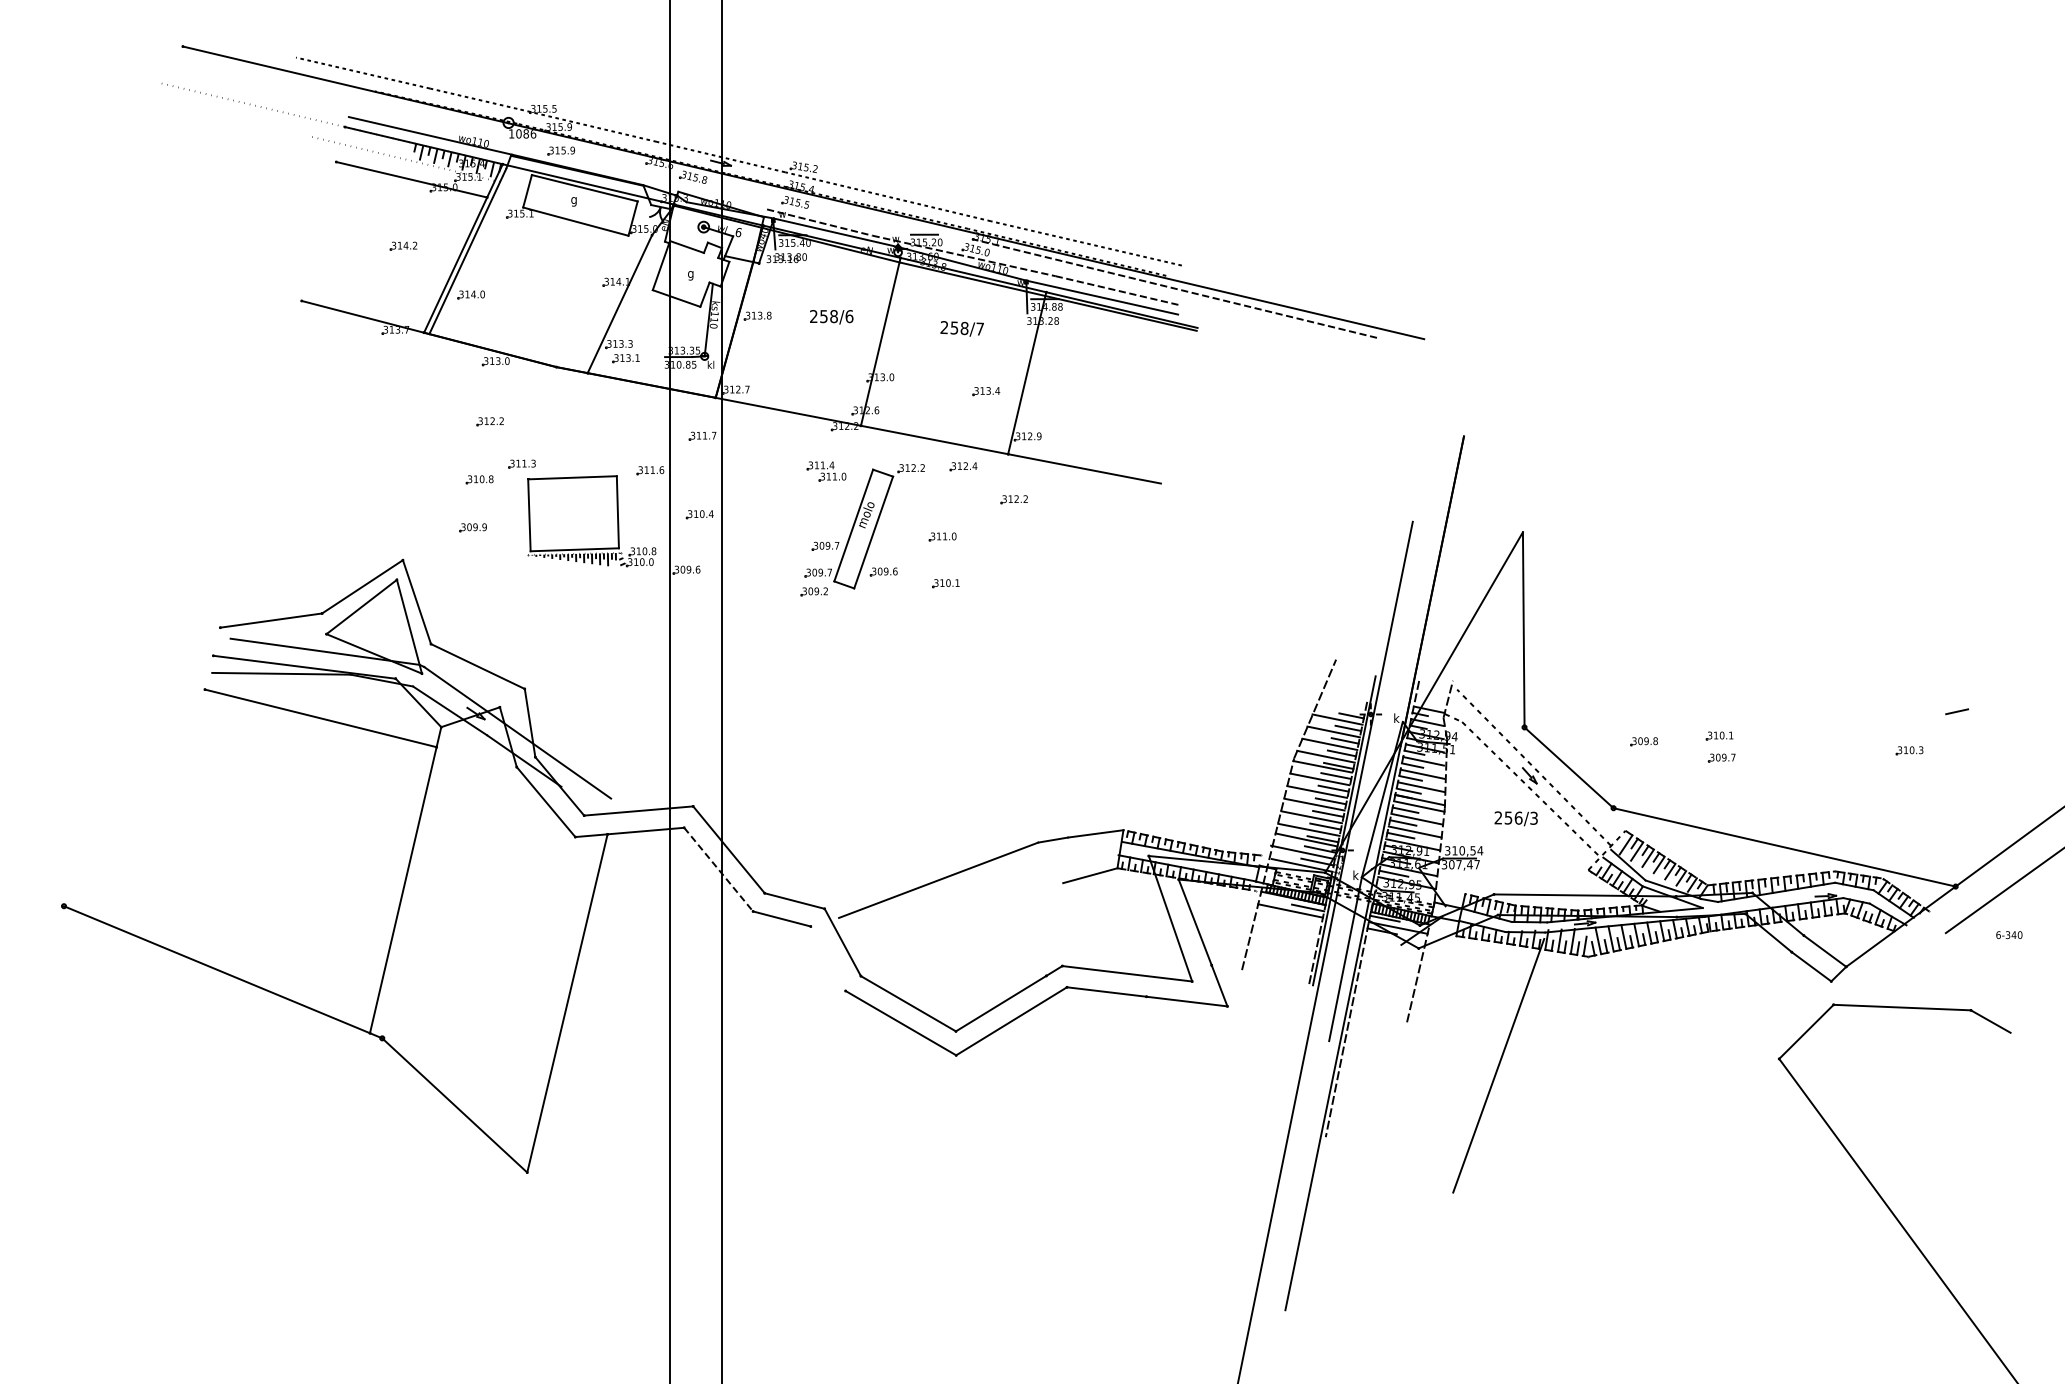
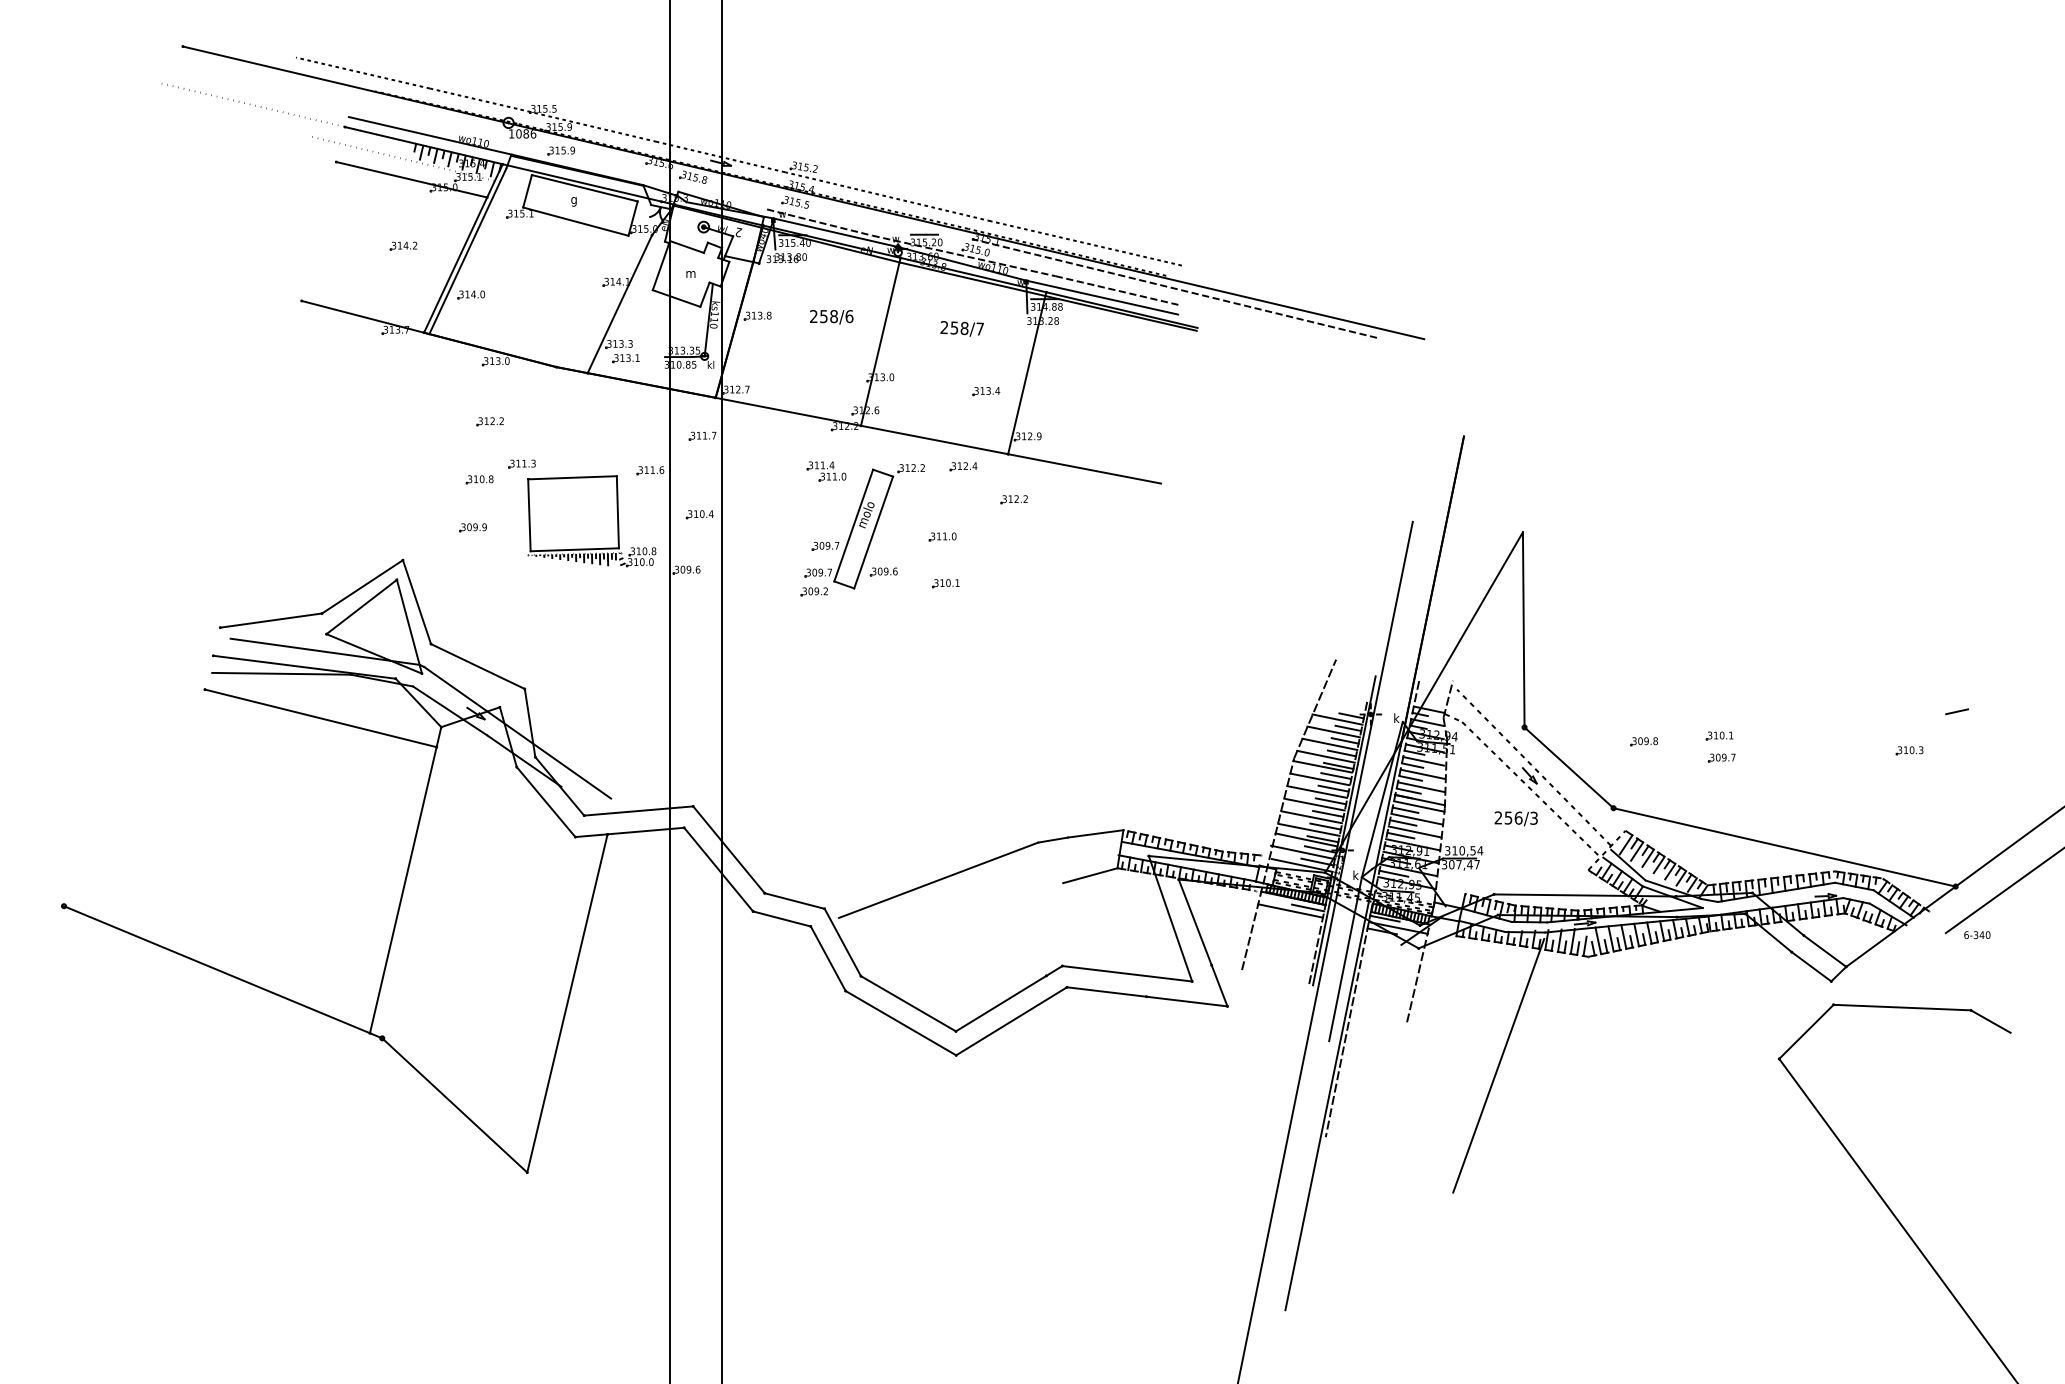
text at (738, 232): 9 -> 2
text at (690, 275): g -> m
line at (718, 870): dashed -> solid
text at (2009, 935) position: (2009, 935) -> (1977, 935)
line at (827, 958): none -> present
